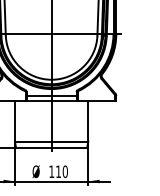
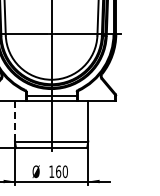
line at (14, 121): solid -> dashed
text at (58, 171): 110 -> 160
